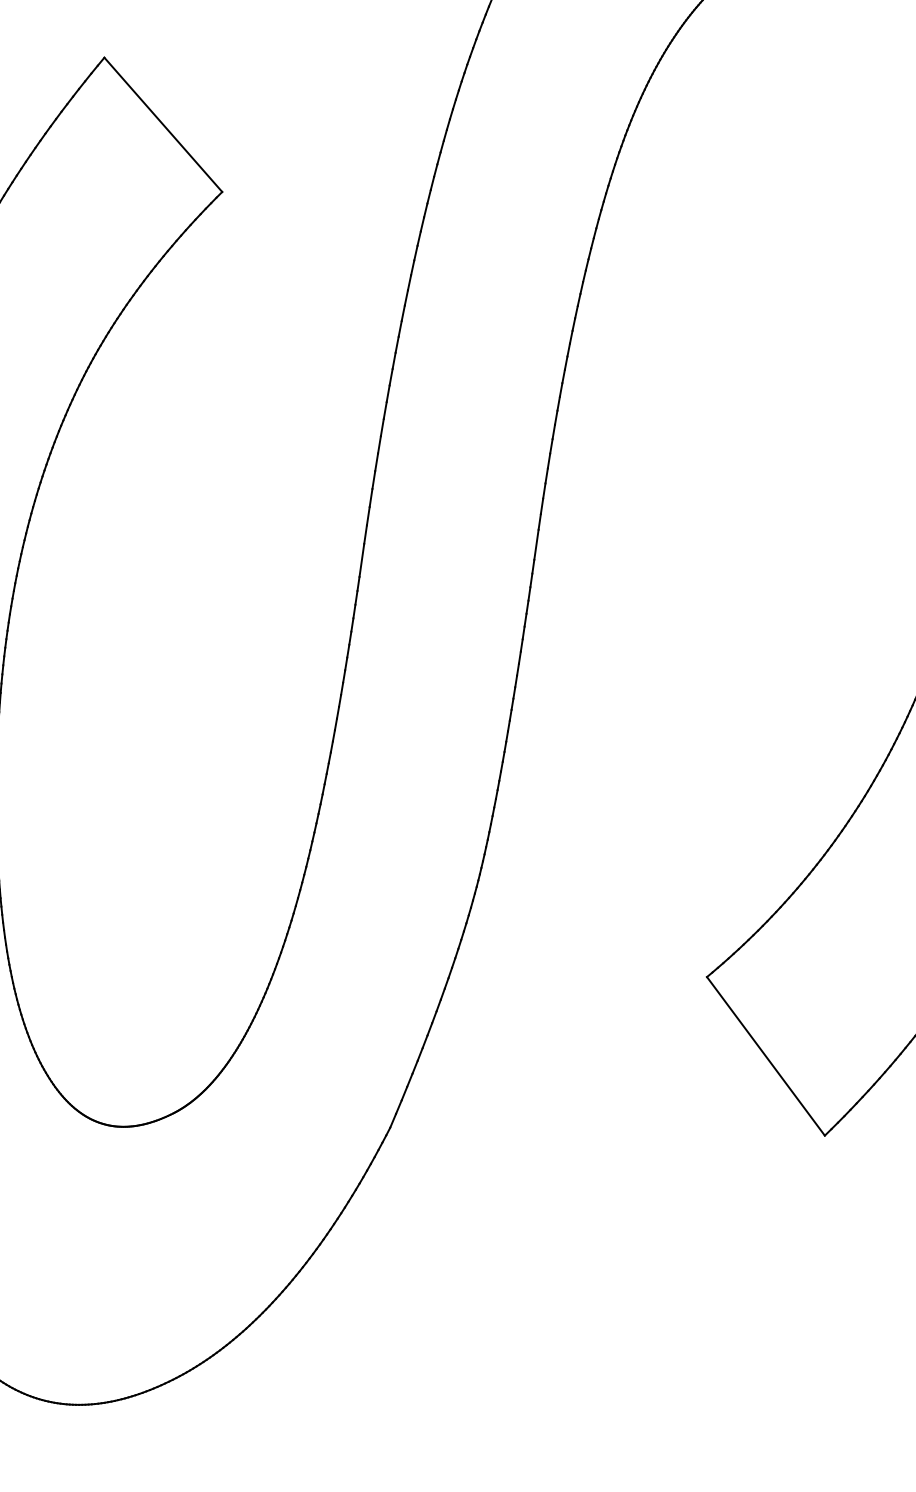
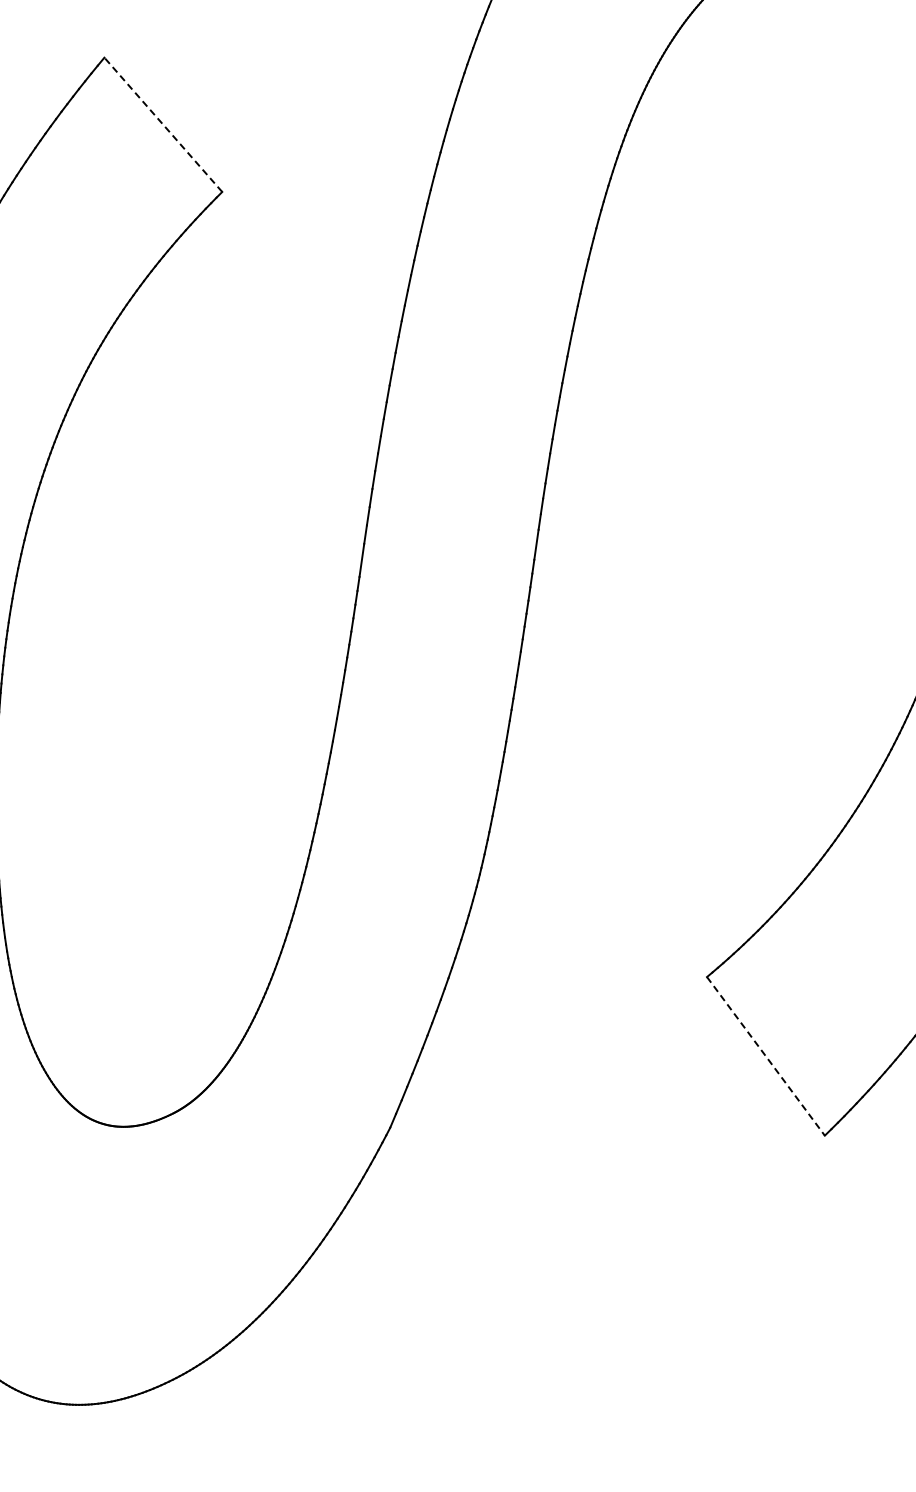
line at (163, 124): solid -> dashed
line at (765, 1056): solid -> dashed
